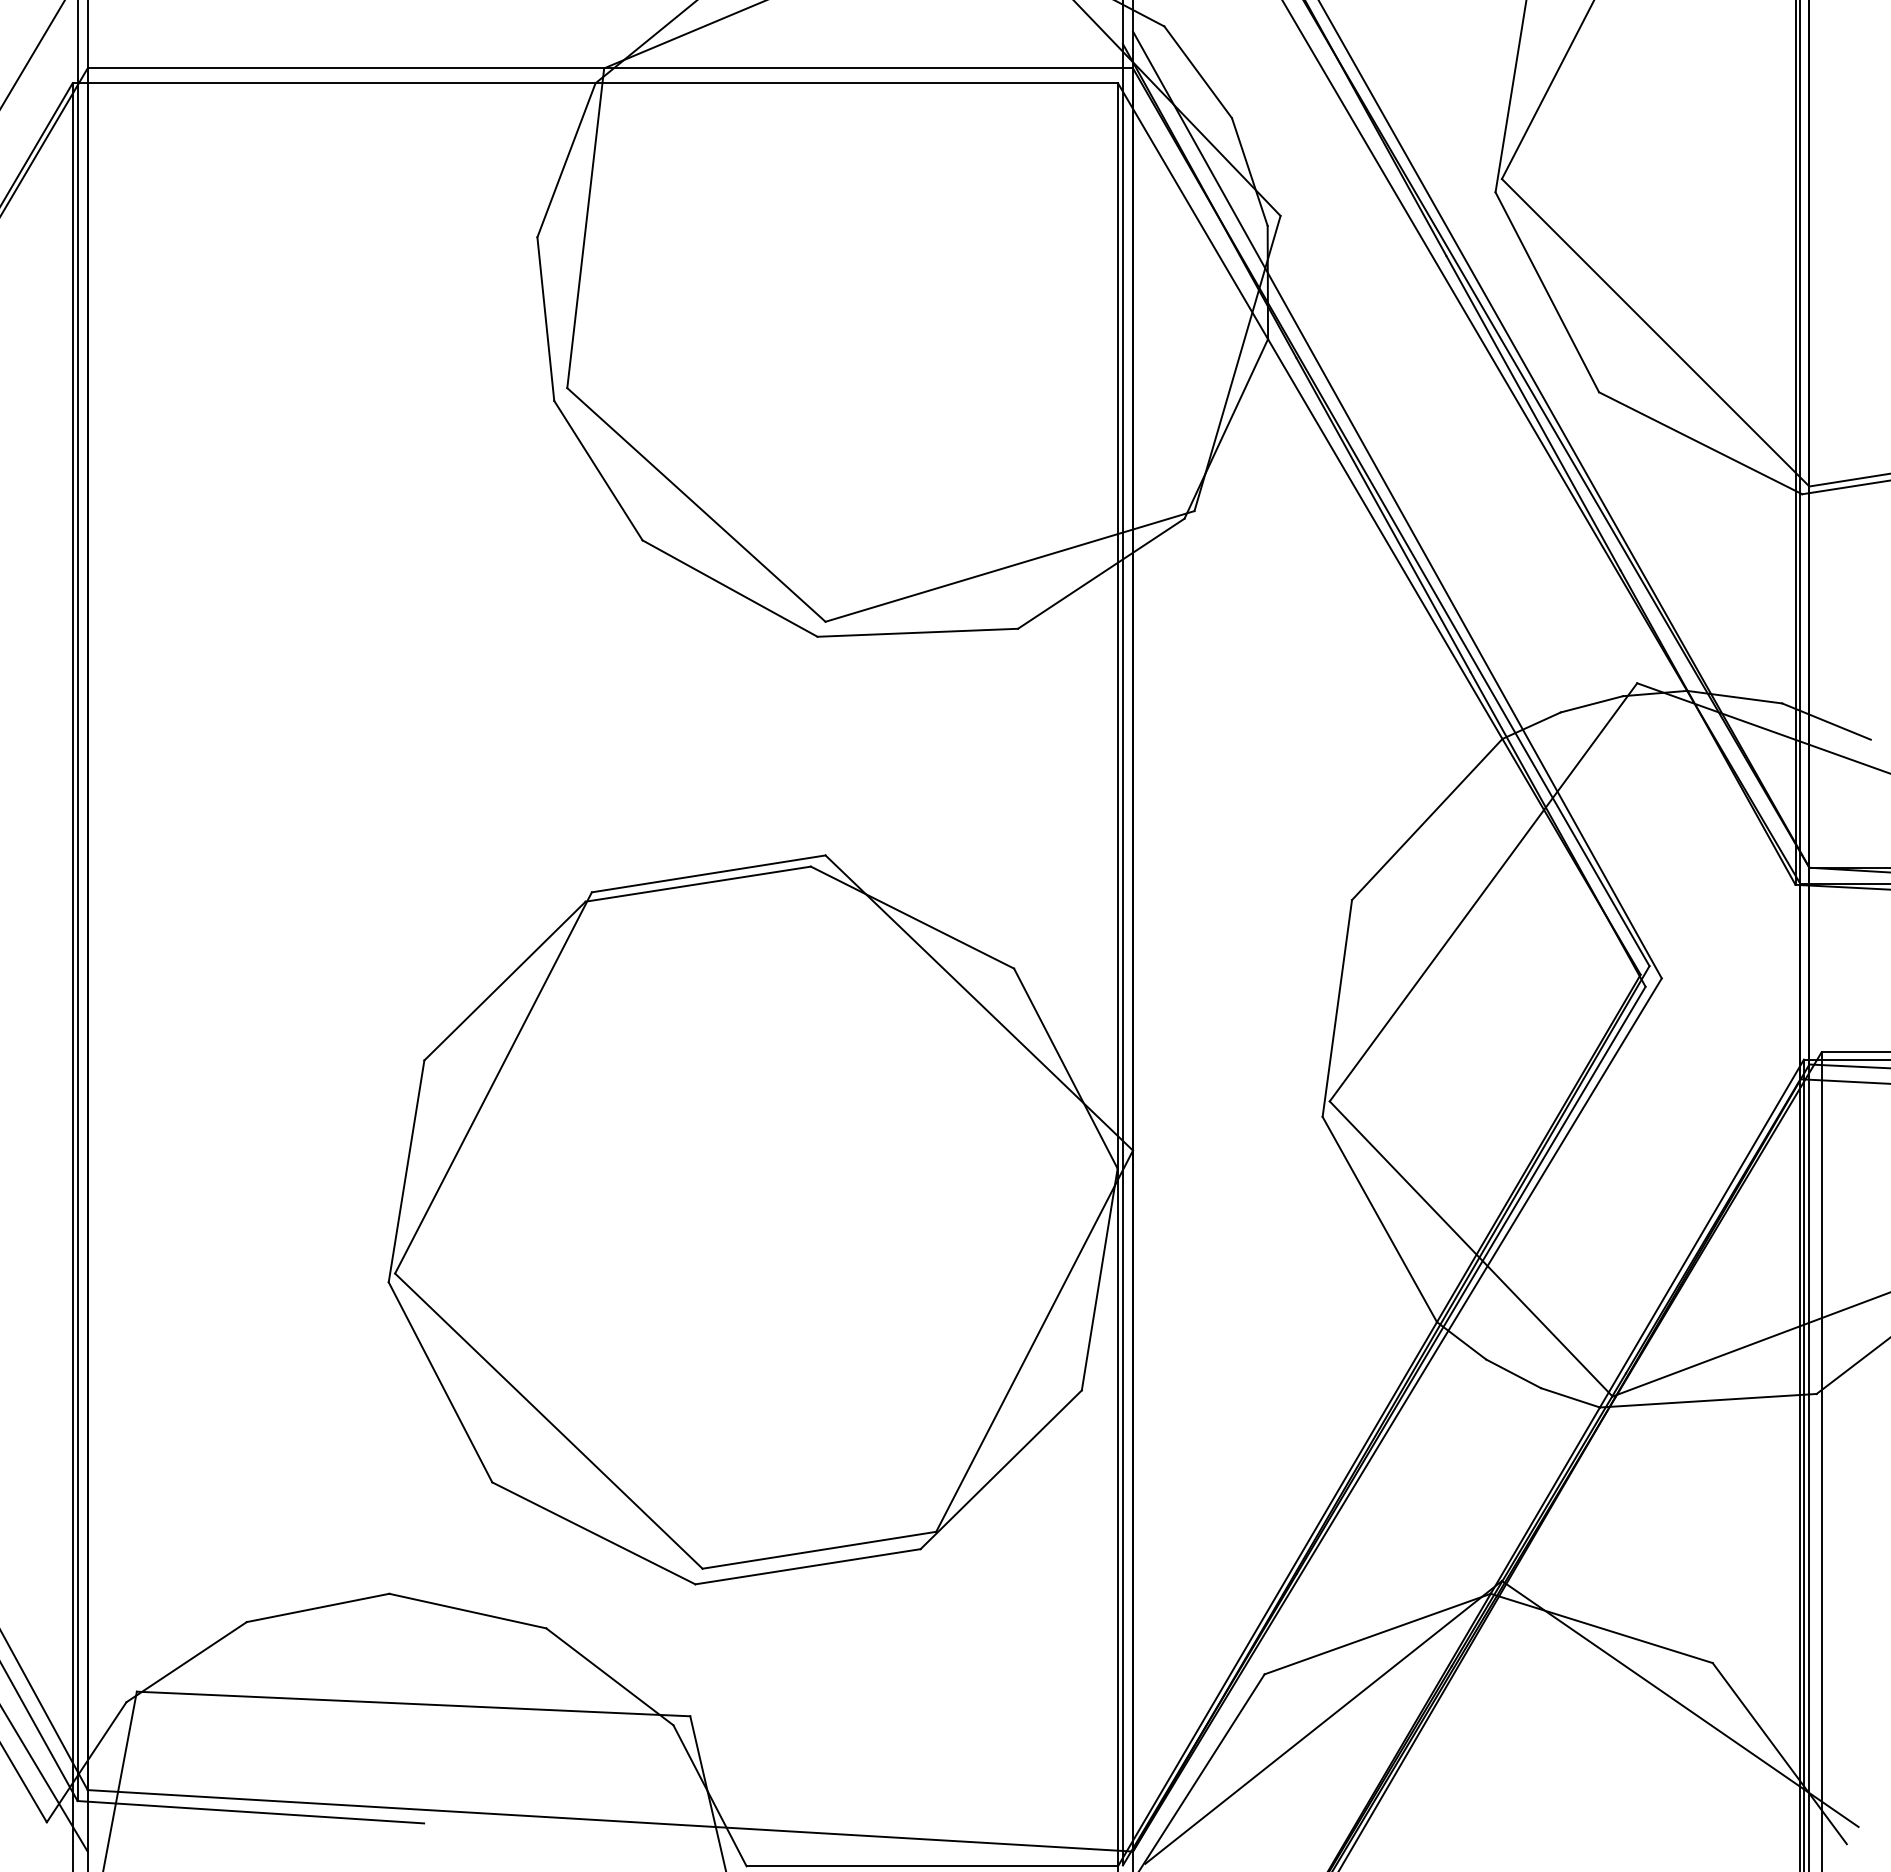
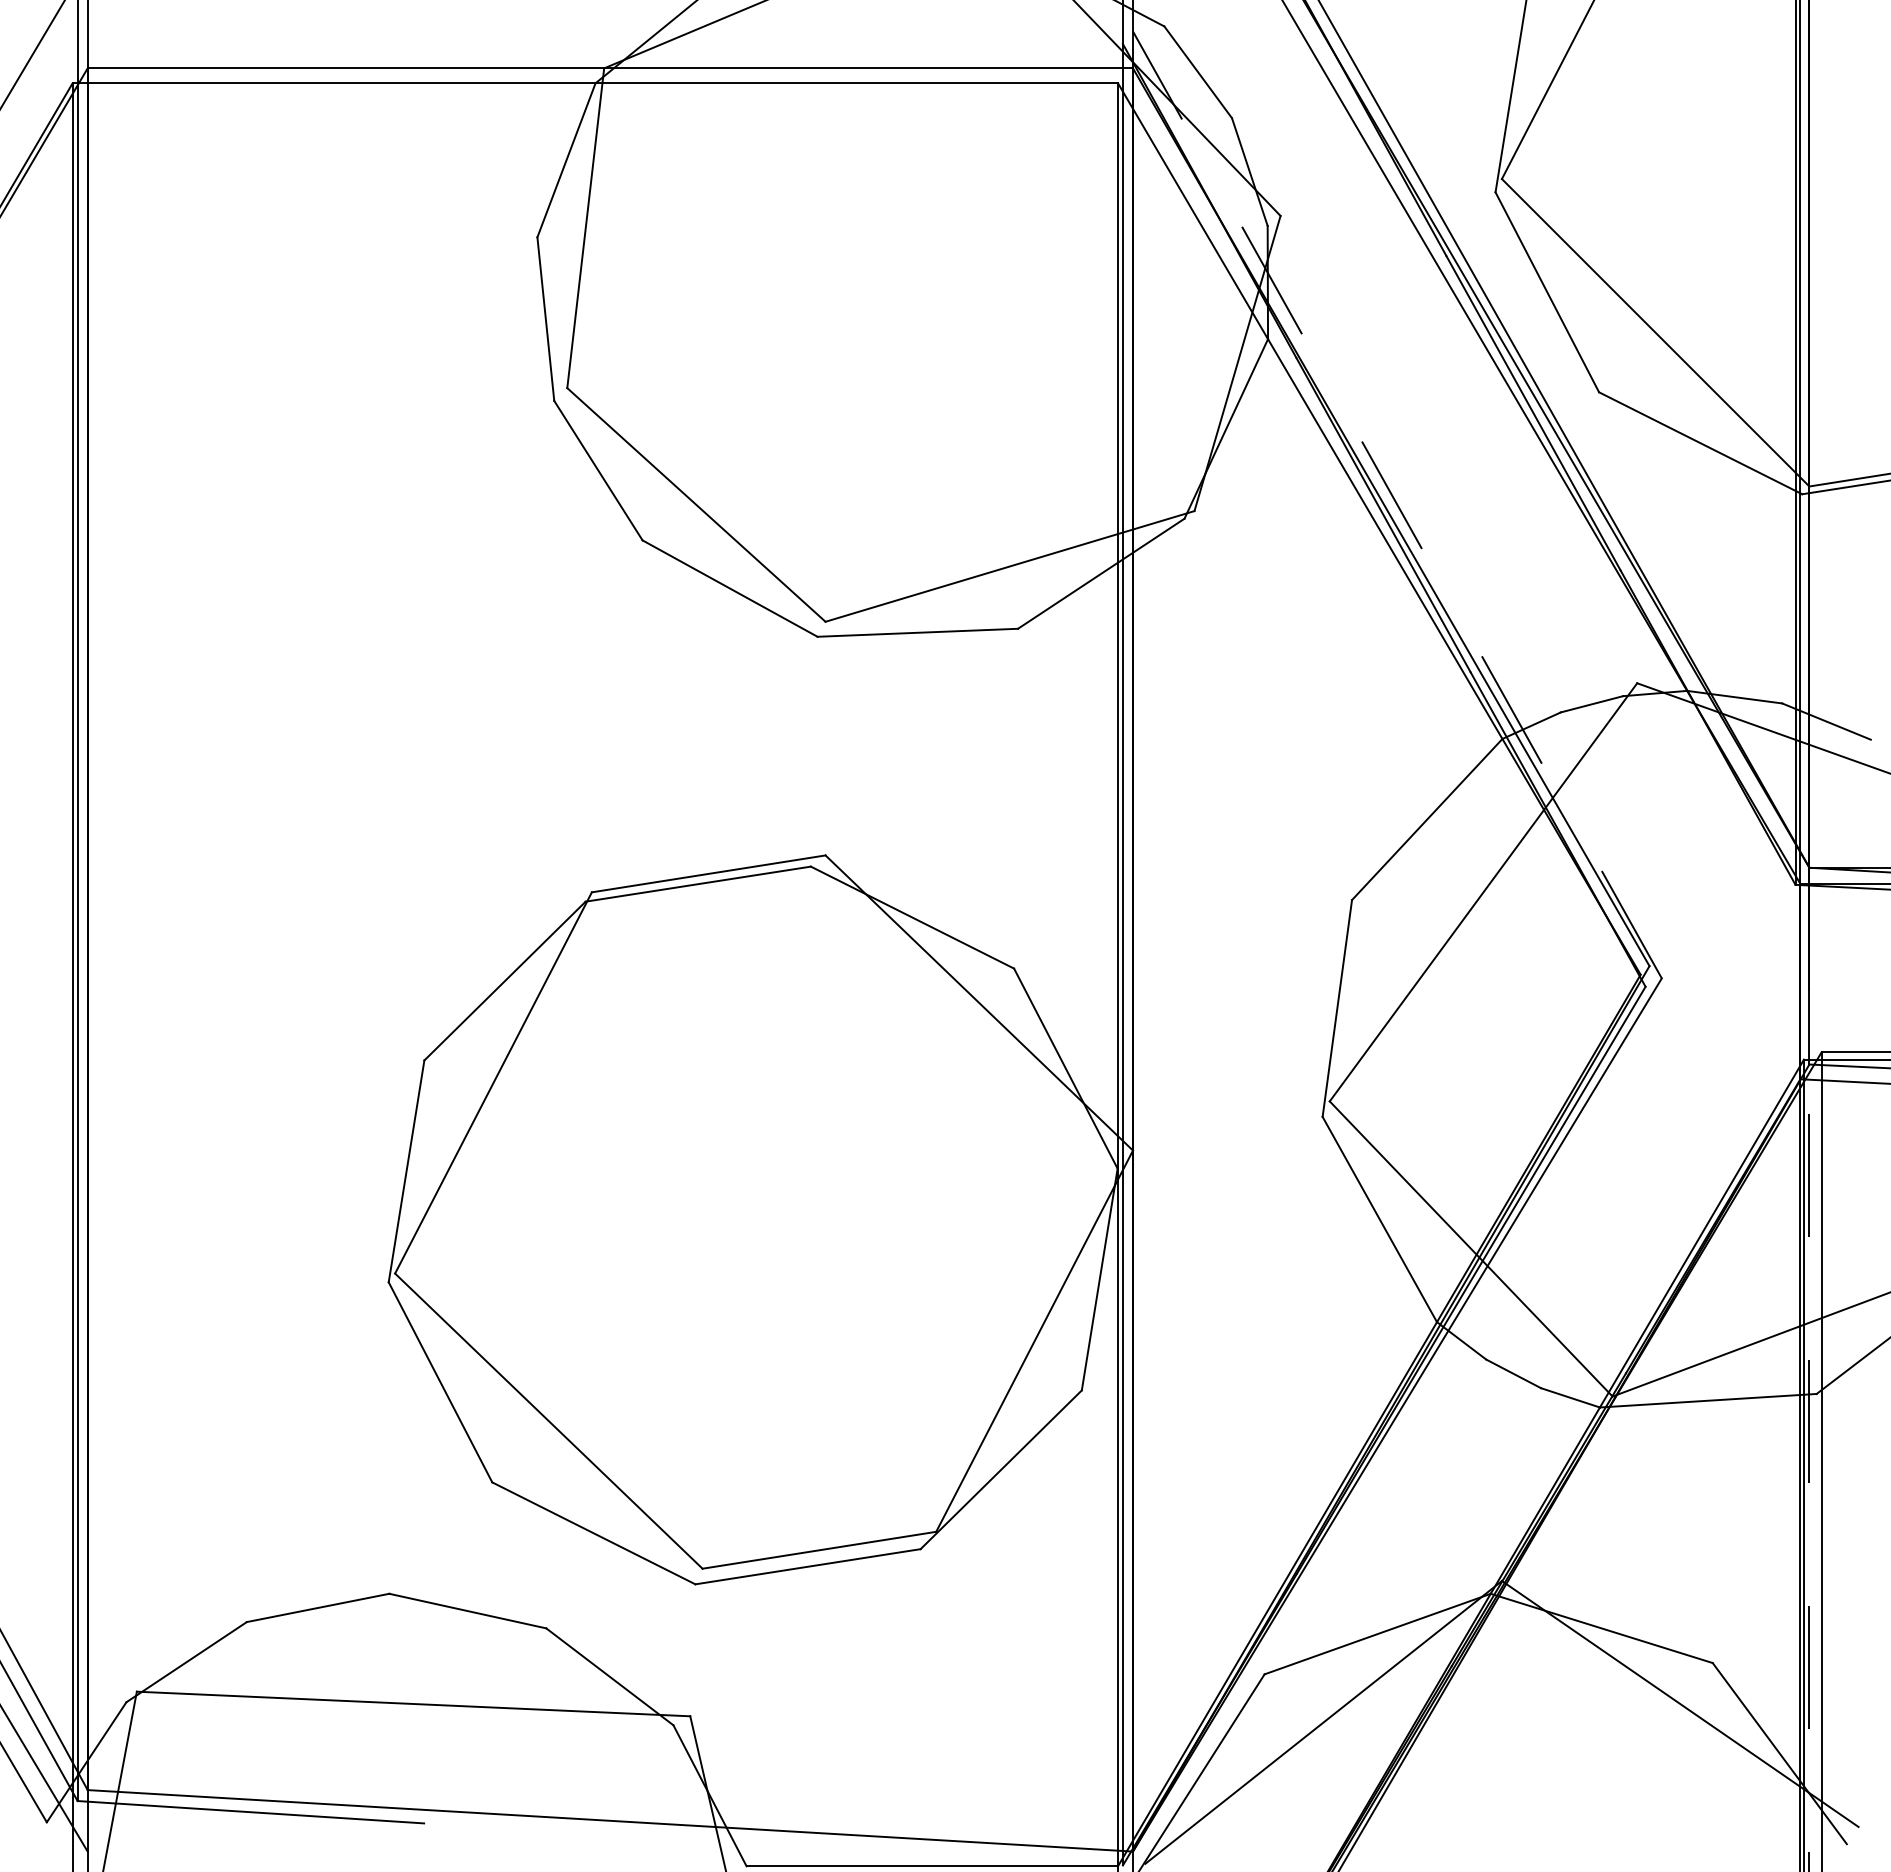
line at (1397, 504): solid -> dashed
line at (1809, 1369): solid -> dashed
